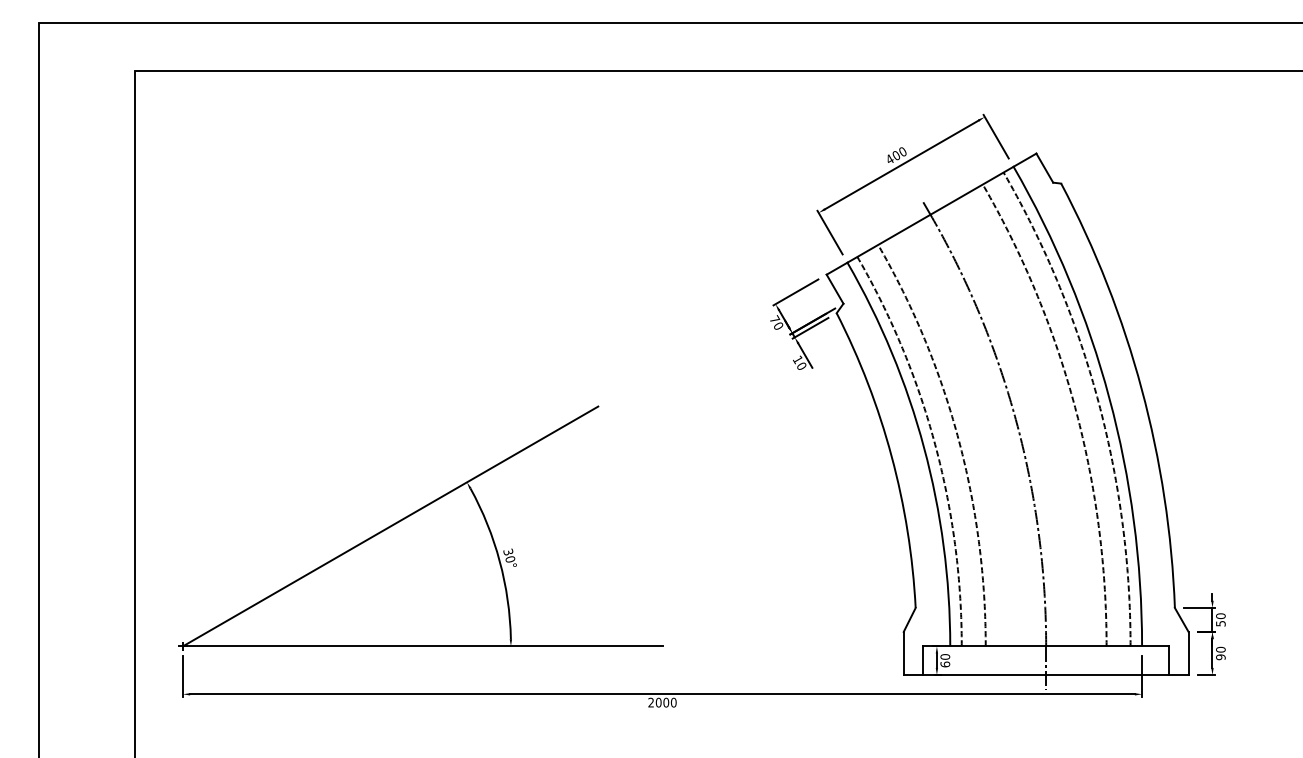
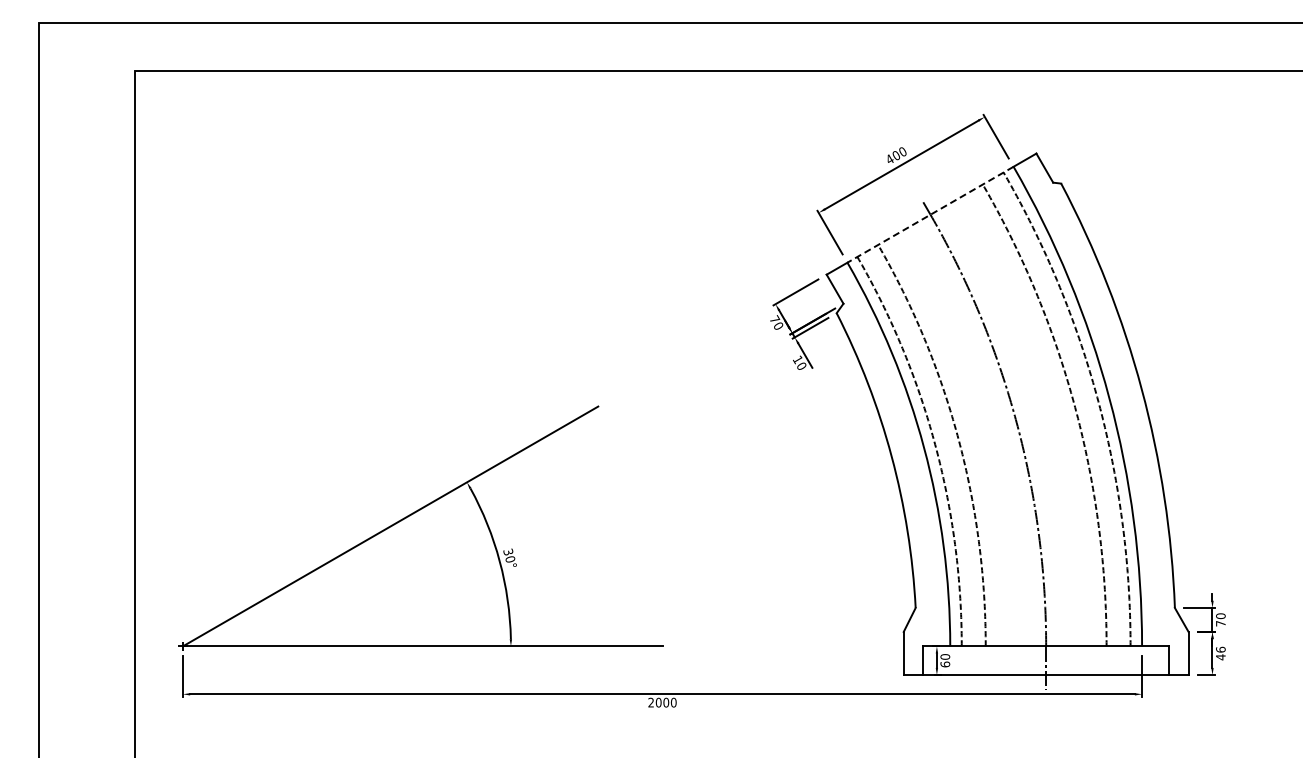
line at (930, 214): solid -> dashed
text at (1220, 623): 50 -> 70
text at (1220, 653): 90 -> 46
